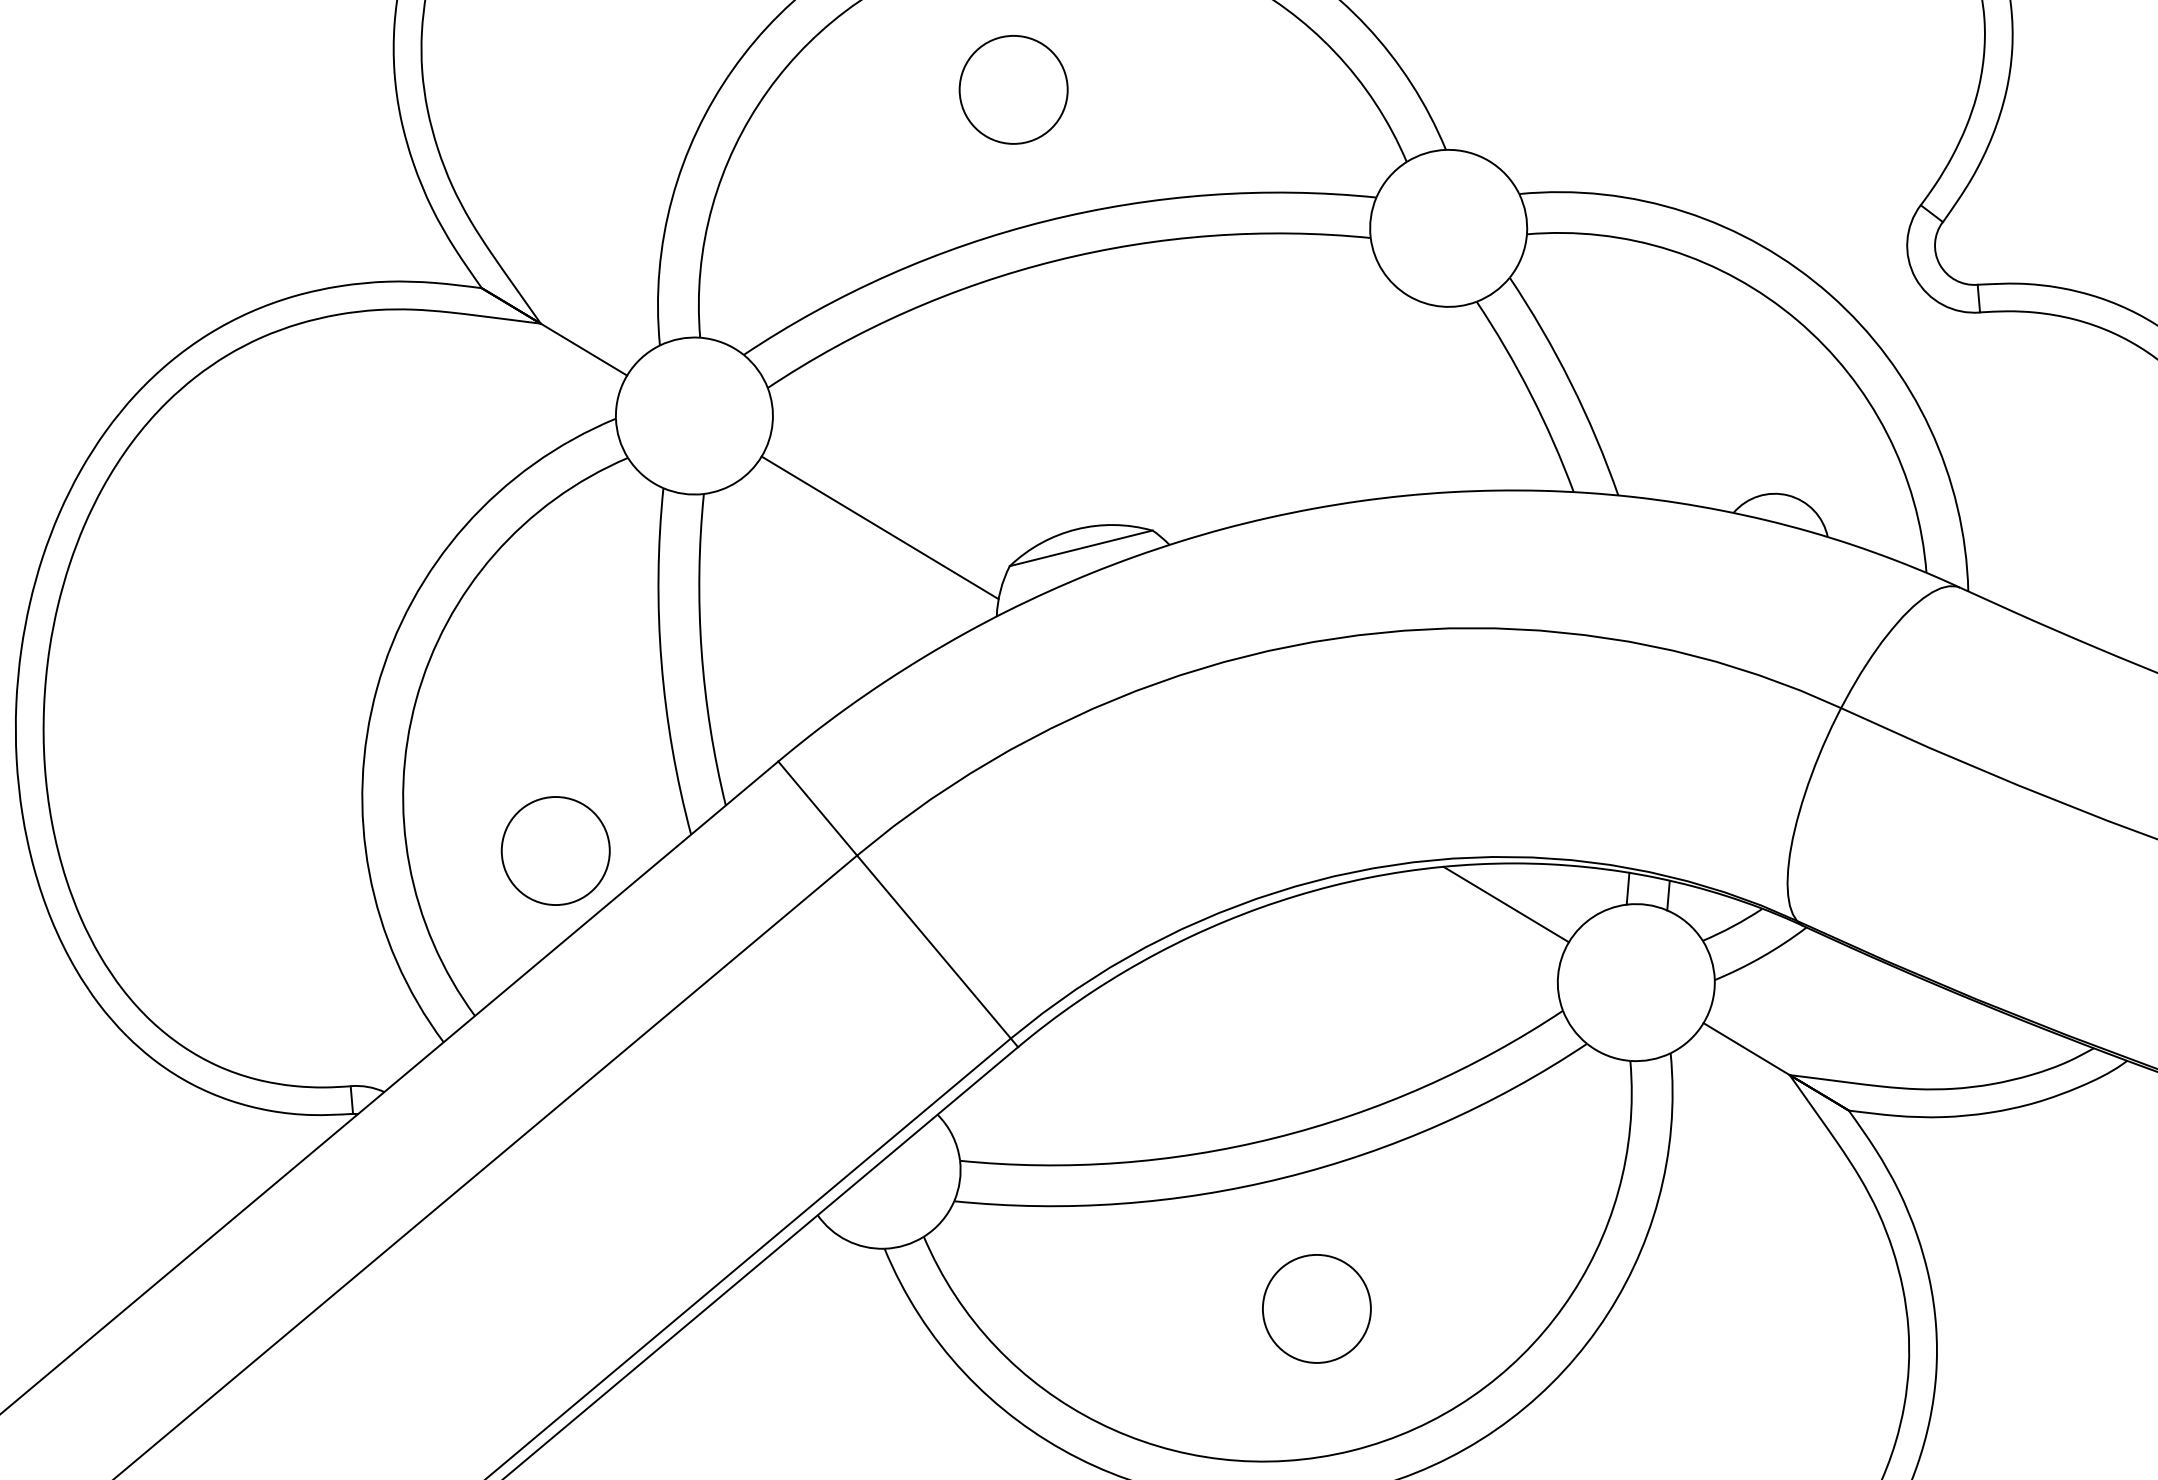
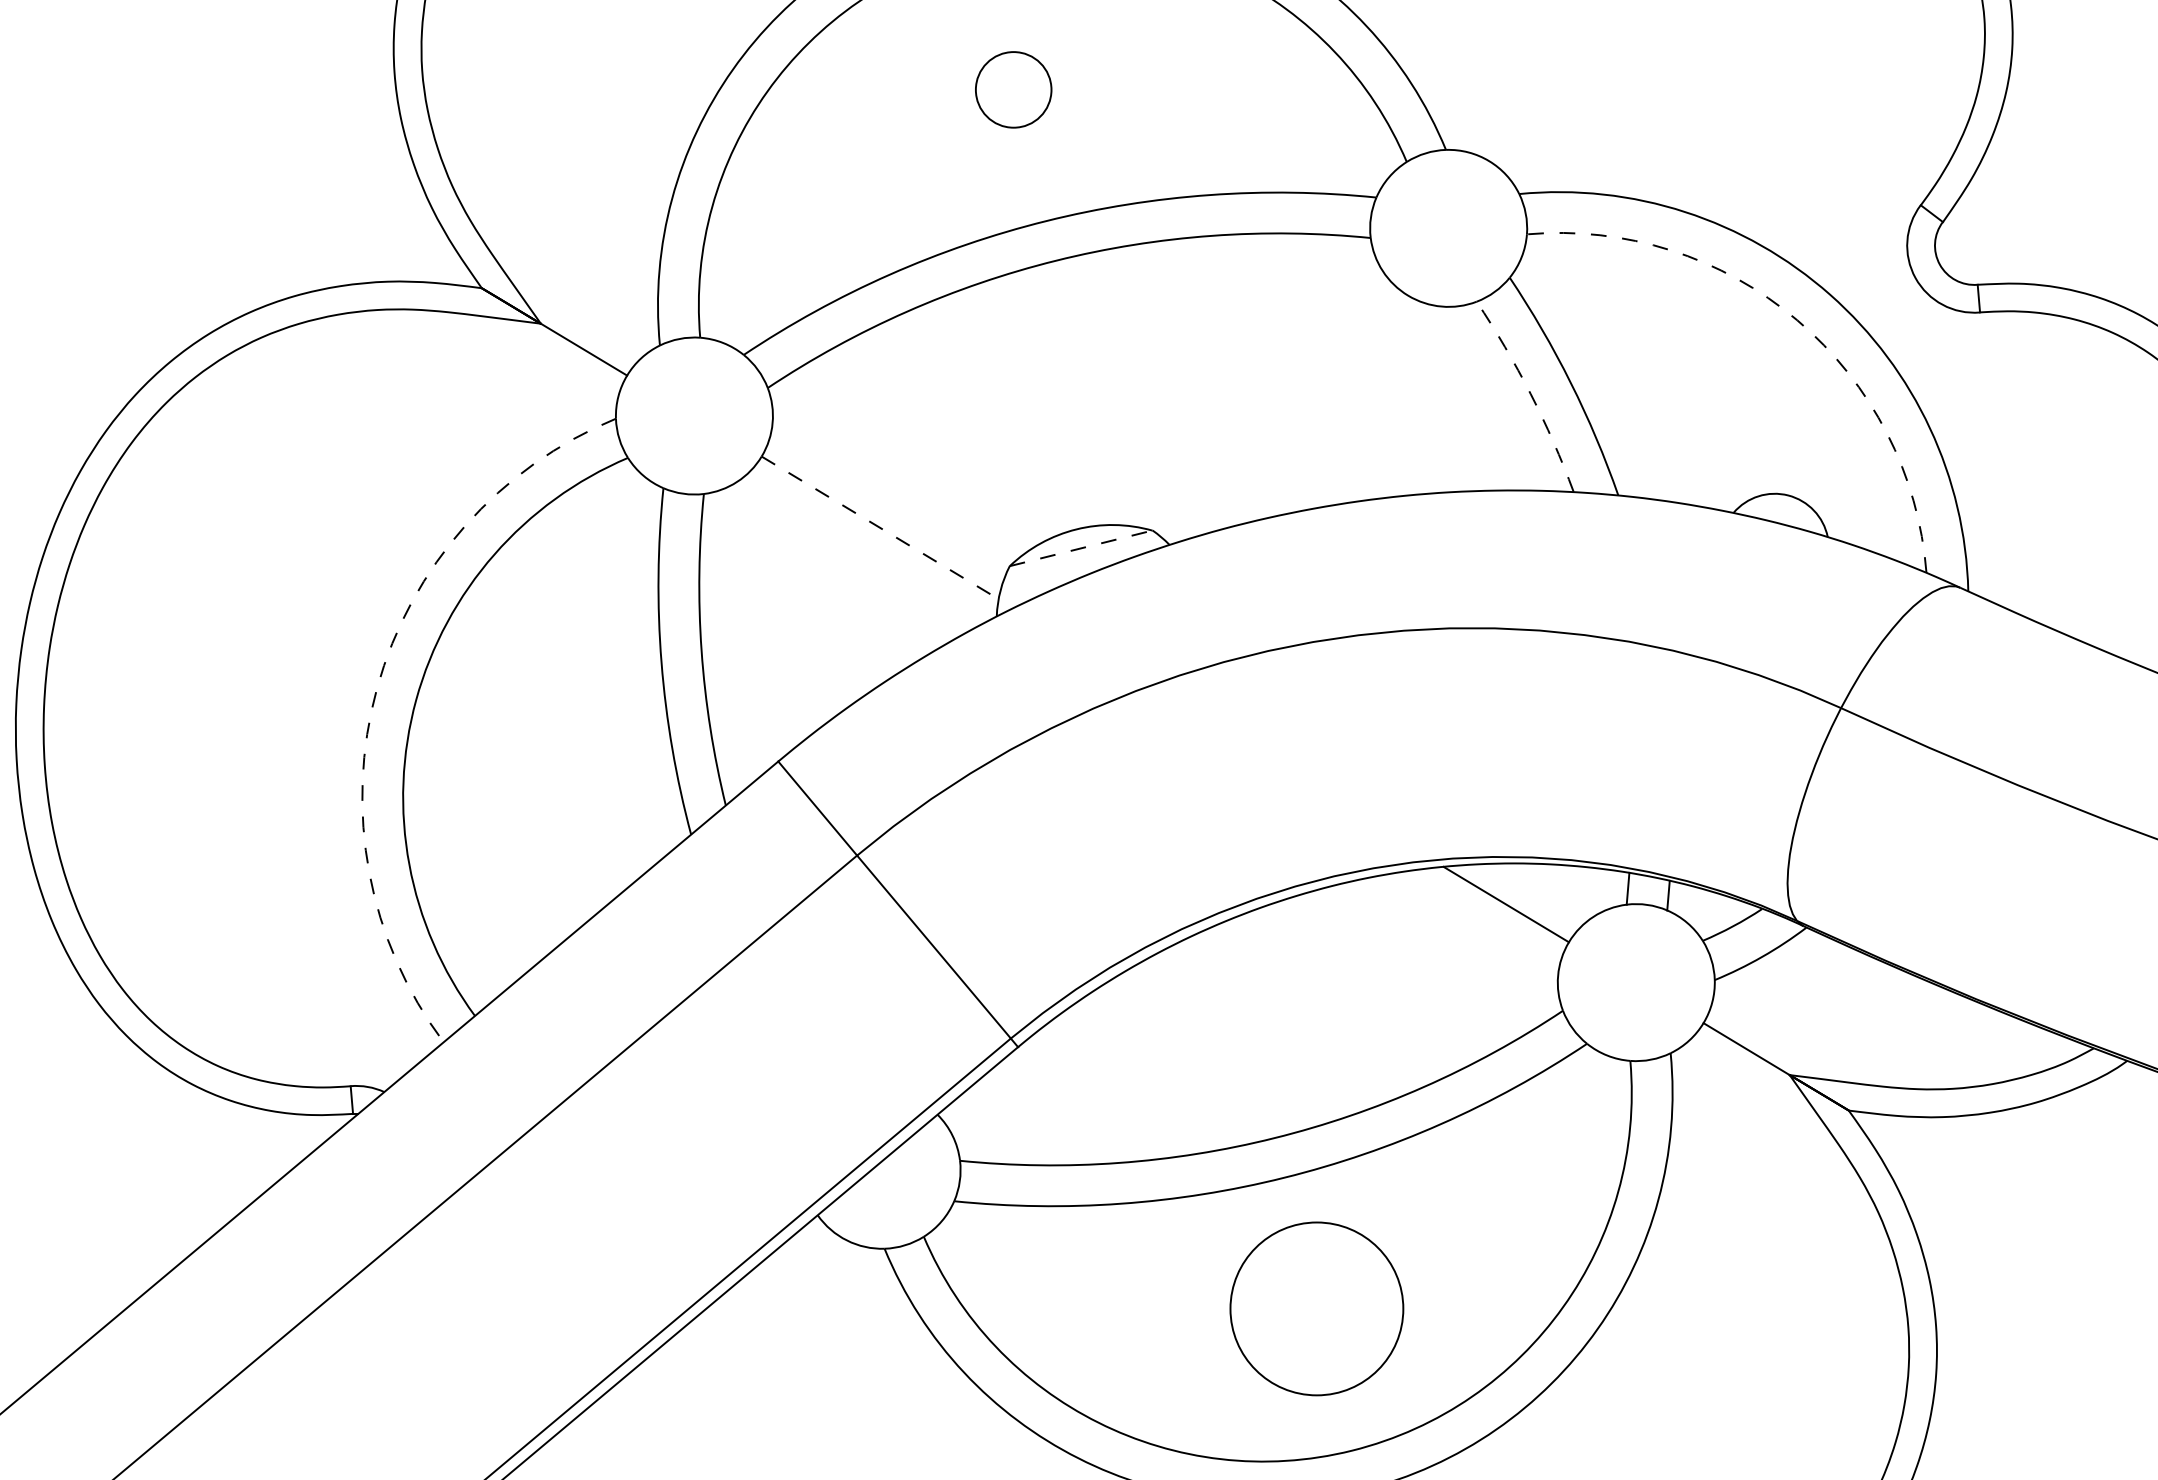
circle at (1013, 89) diameter: 108 px -> 76 px
arc at (1797, 320): solid -> dashed
arc at (1530, 393): solid -> dashed
line at (880, 528): solid -> dashed
line at (1081, 548): solid -> dashed
arc at (377, 688): solid -> dashed
circle at (555, 850): present -> none
circle at (1316, 1308) diameter: 108 px -> 173 px
